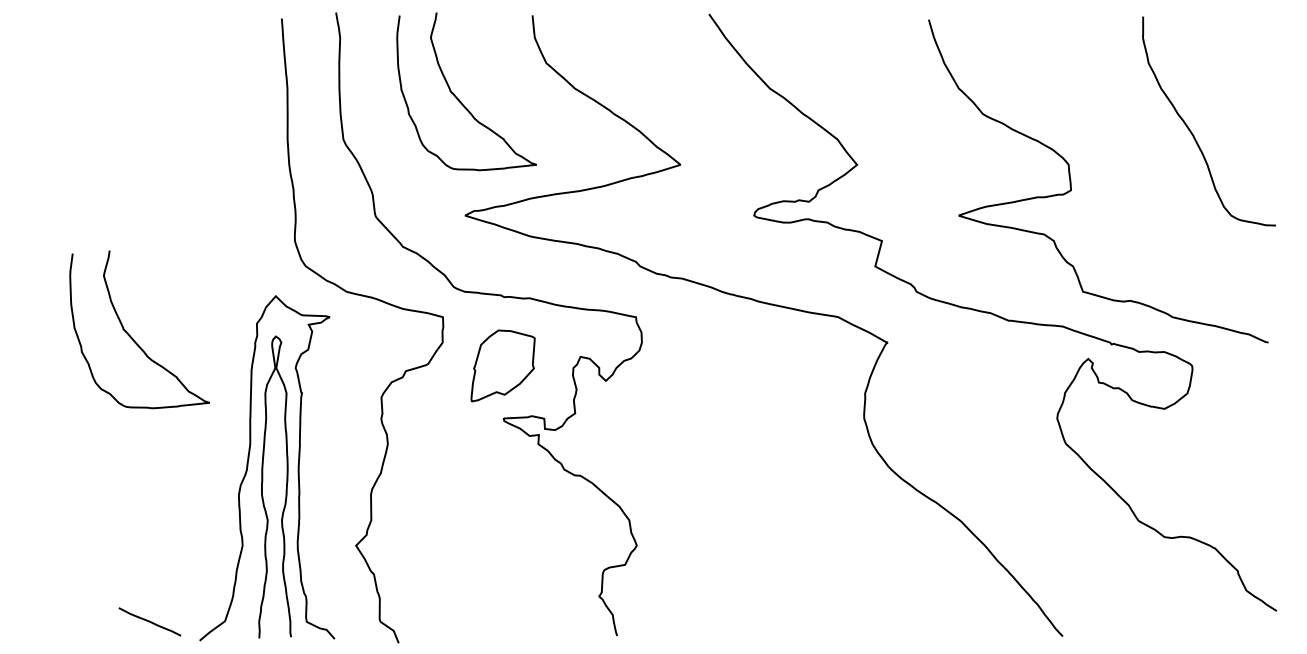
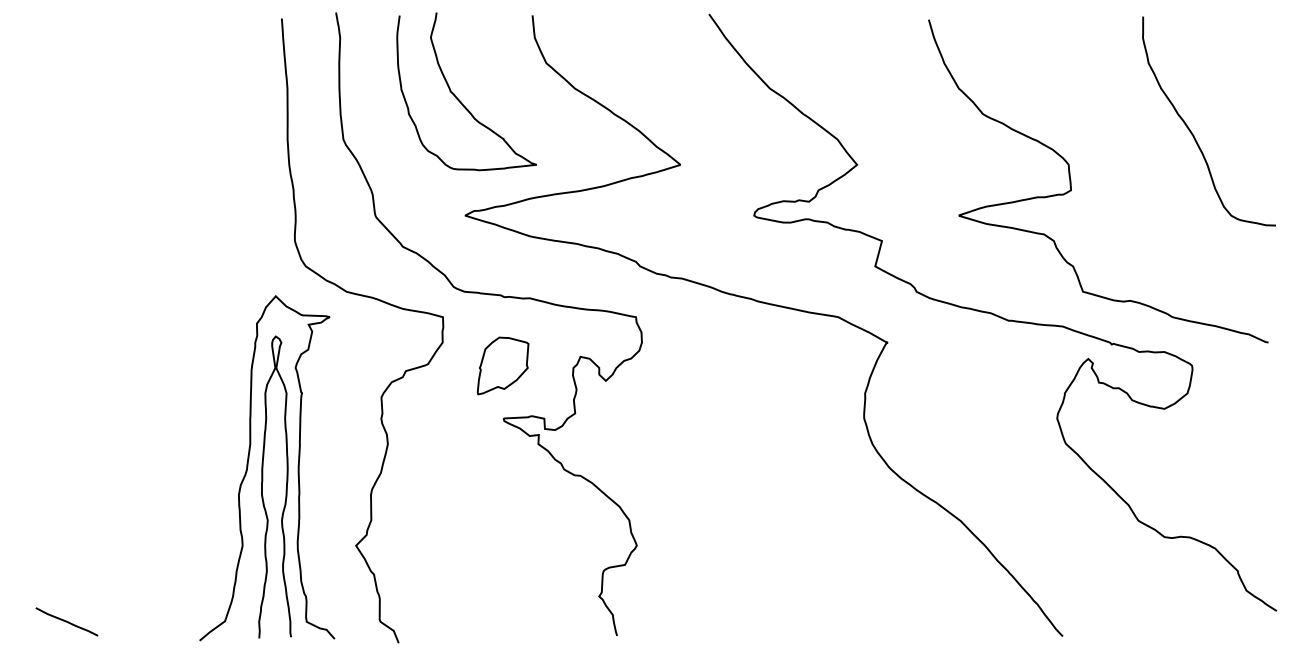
curve at (131, 336): present -> none
part at (502, 365) size: 66x74 px -> 54x60 px
line at (149, 621) position: (149, 621) -> (66, 621)
